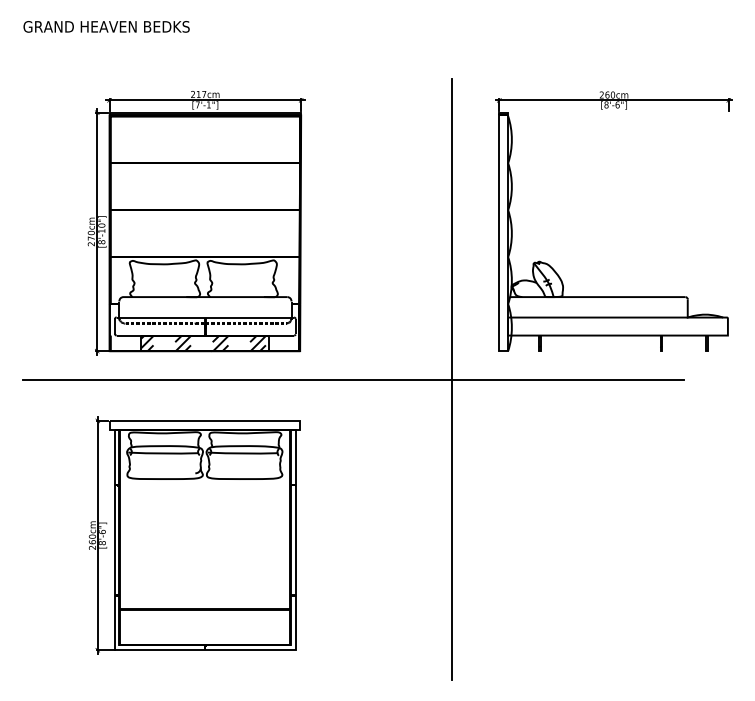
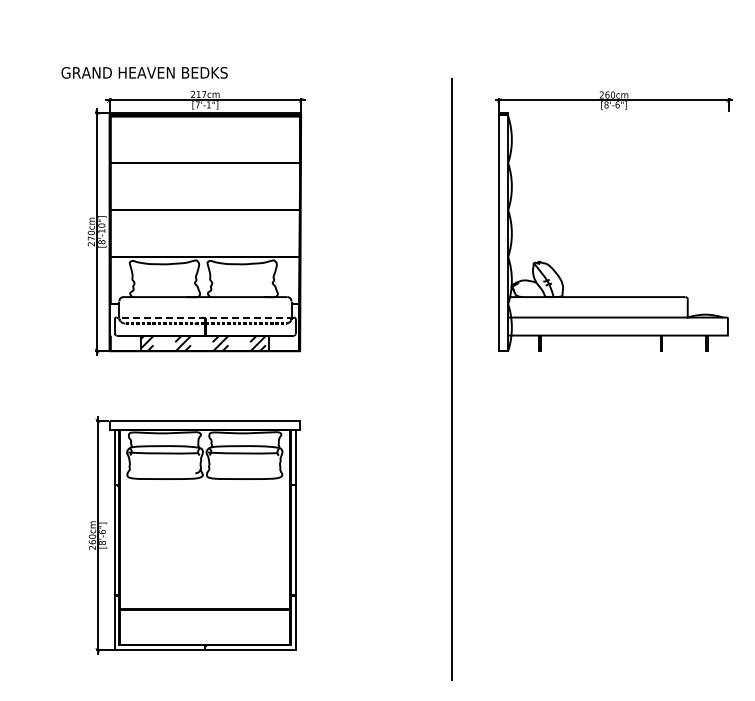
text at (106, 26) position: (106, 26) -> (144, 72)
line at (205, 317): solid -> dashed
line at (352, 379): present -> none
